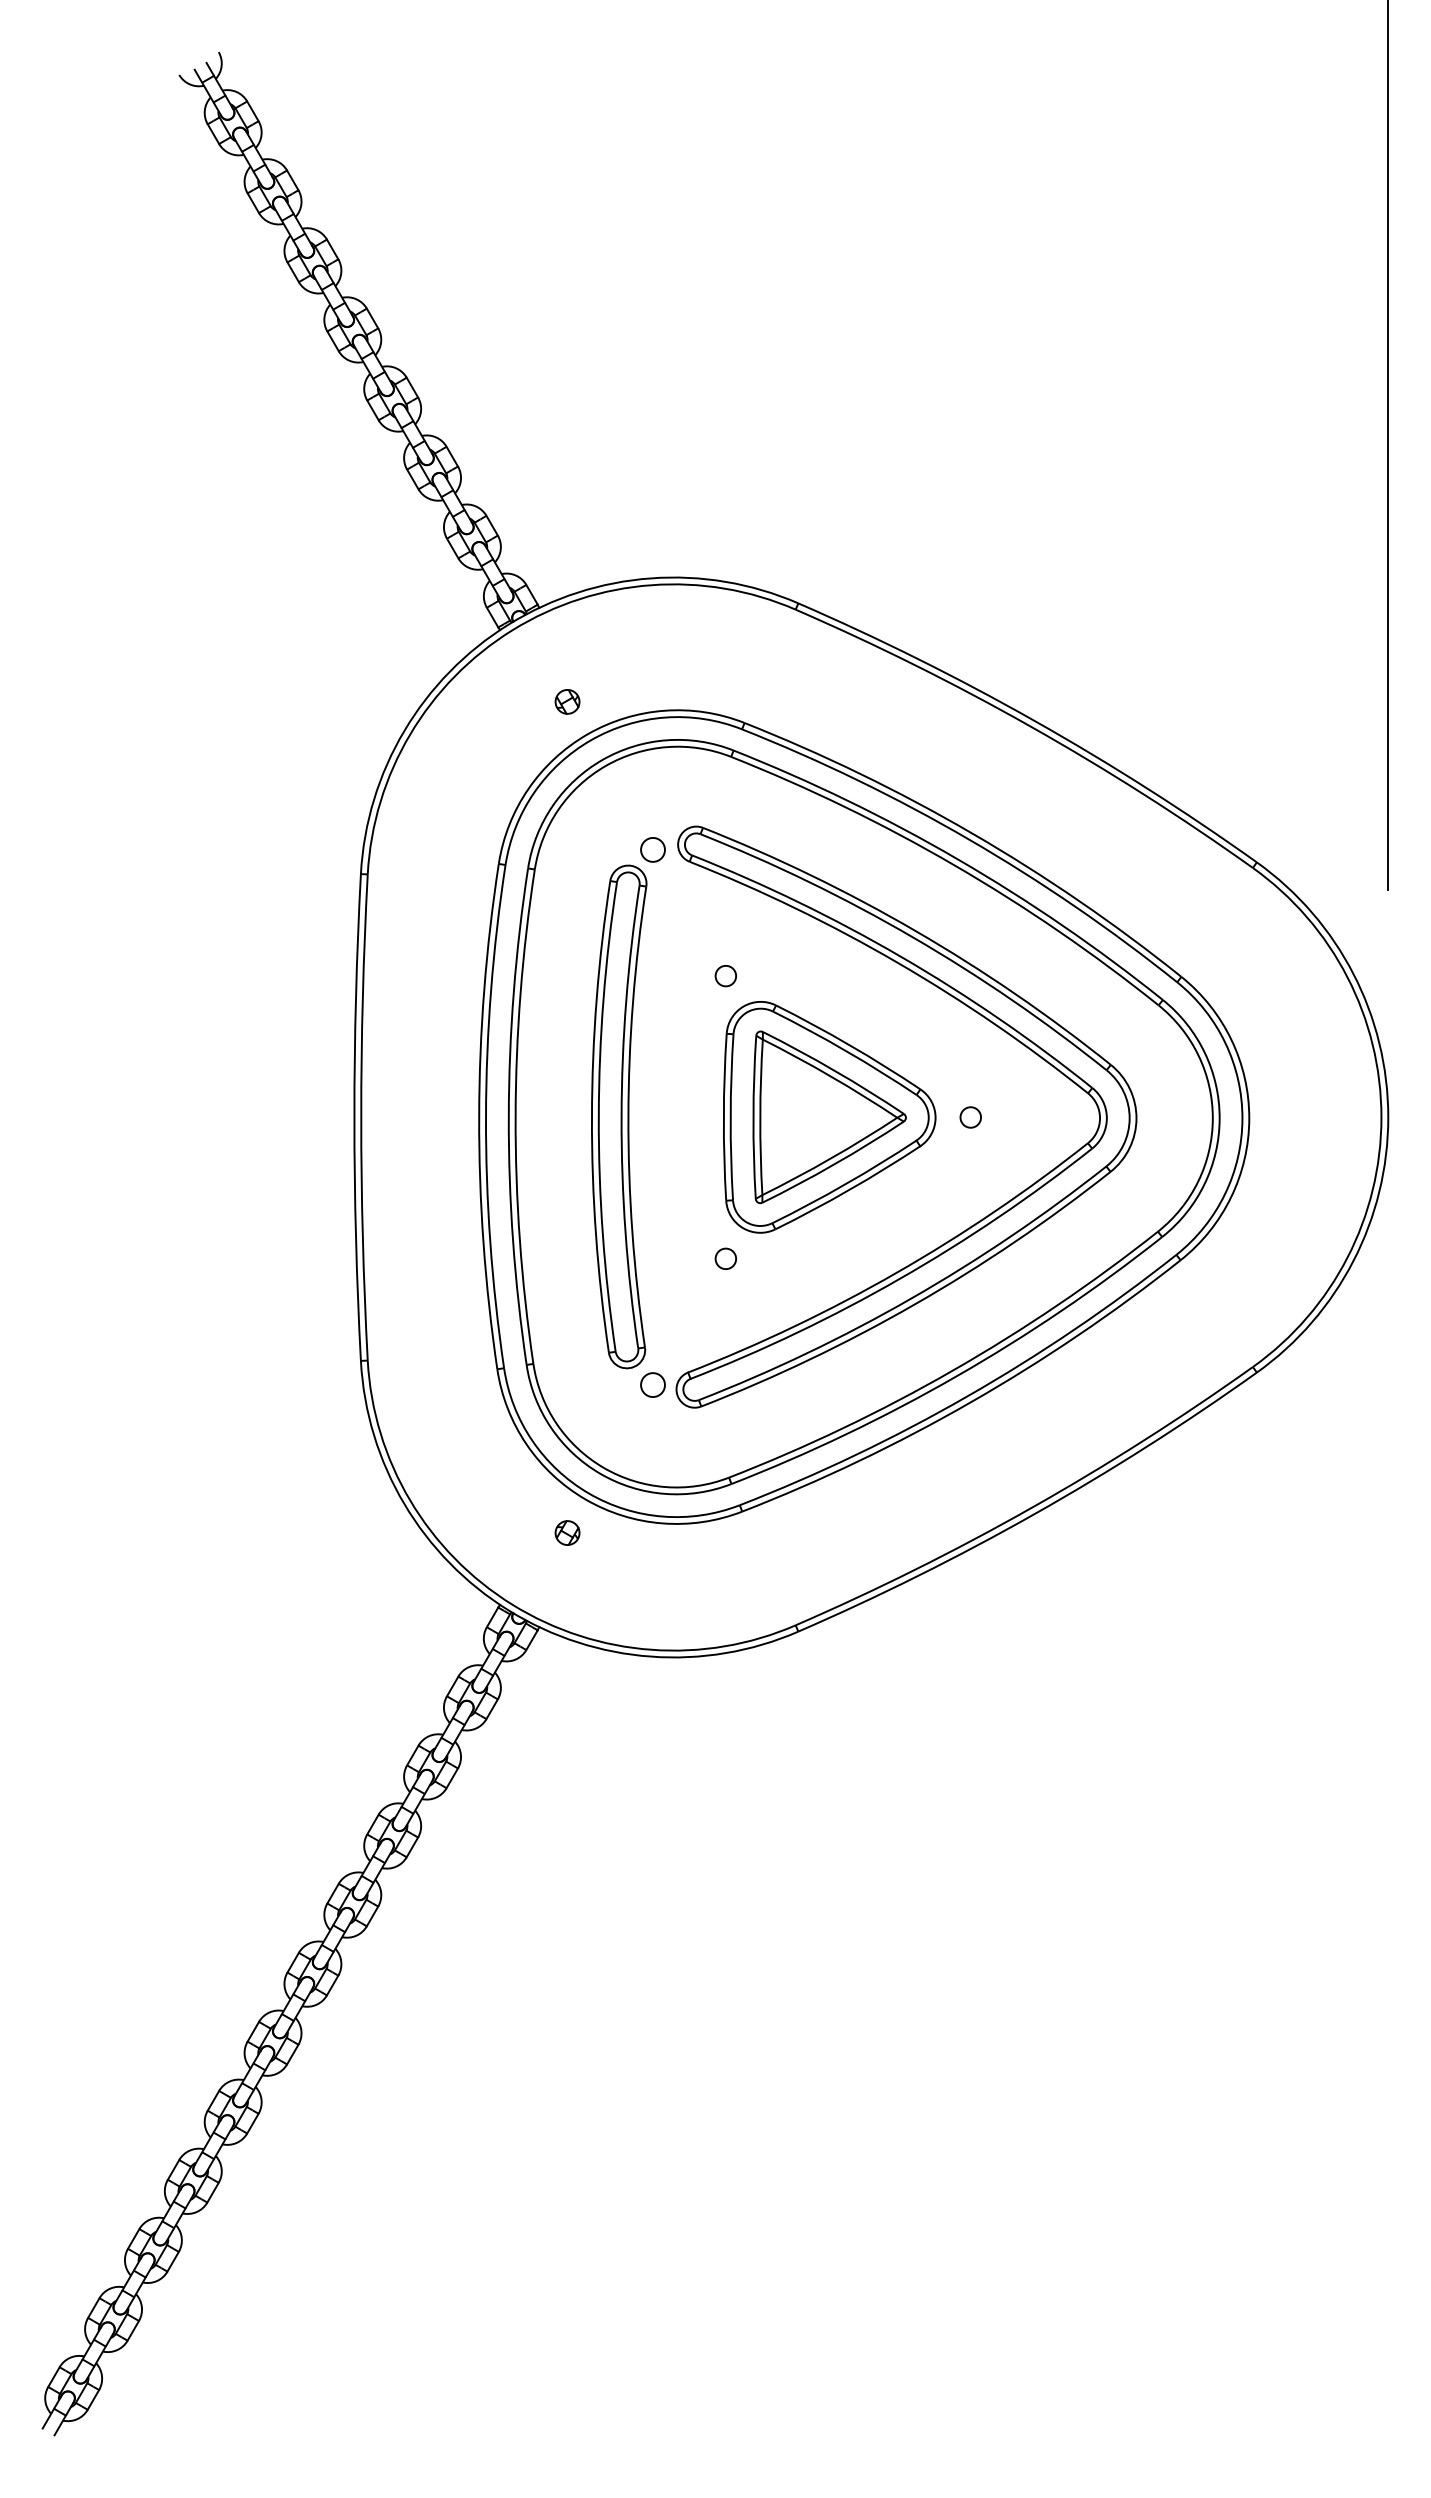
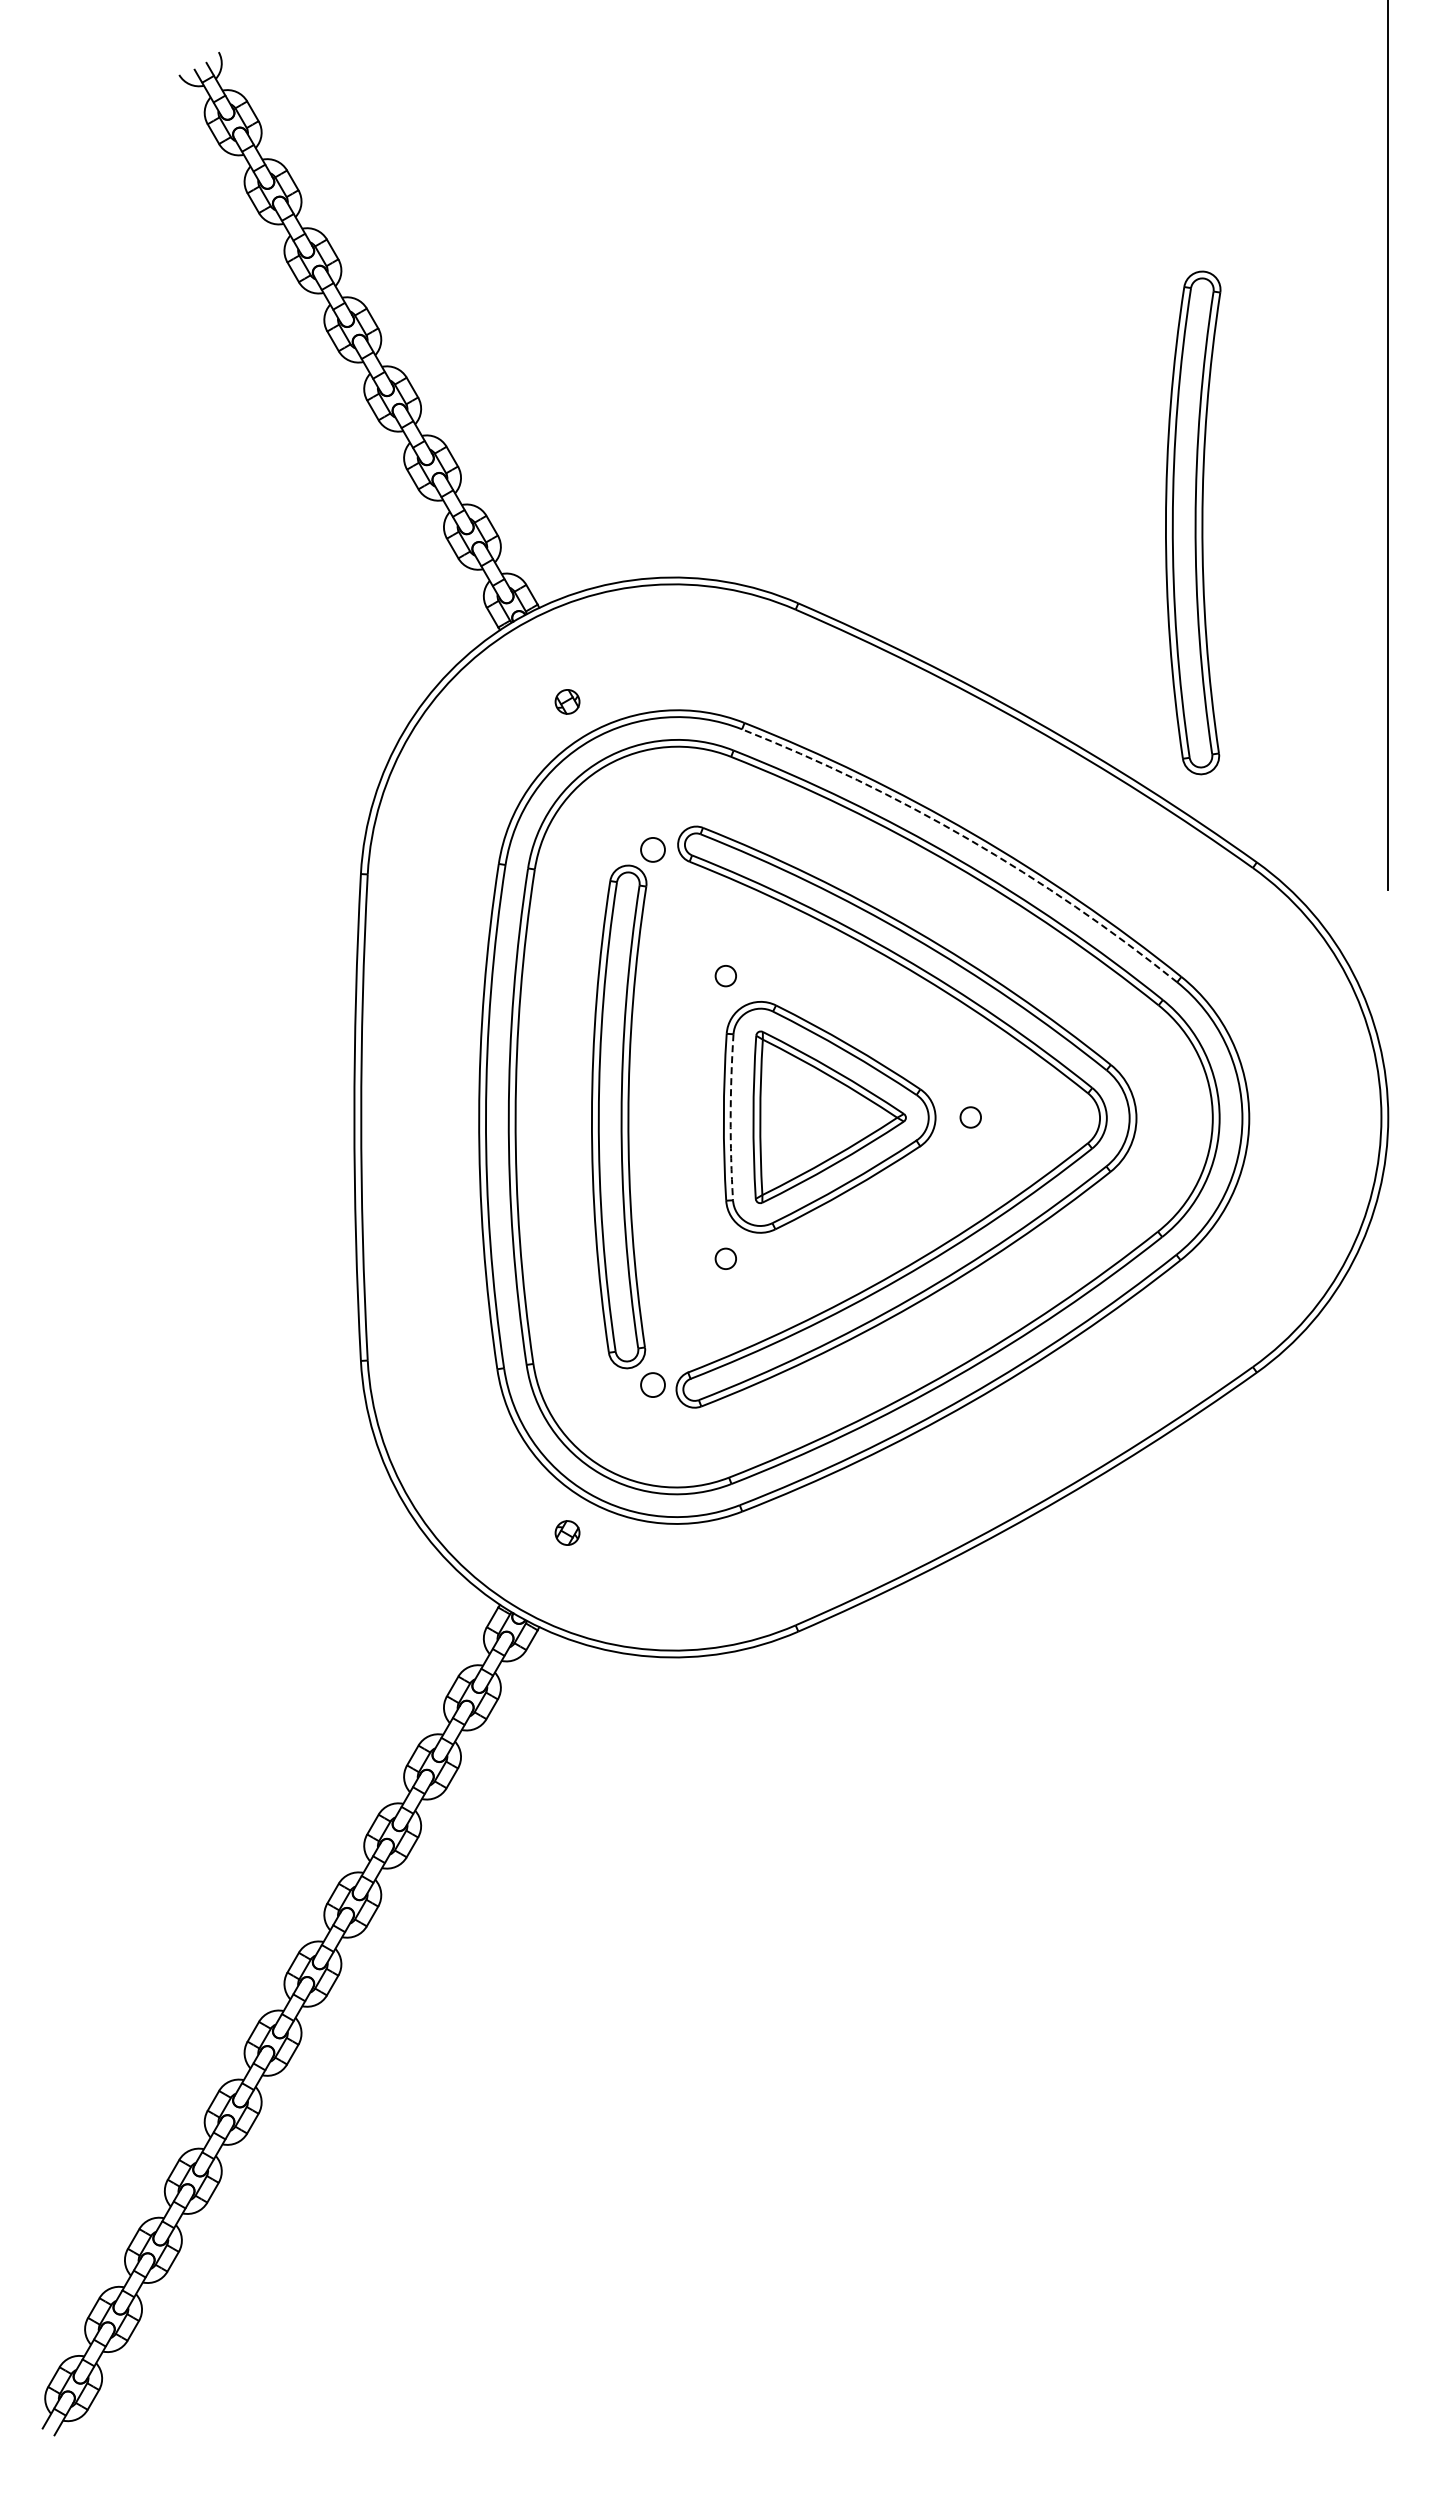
part at (1193, 522): none -> present
arc at (969, 839): solid -> dashed
arc at (730, 1117): solid -> dashed
